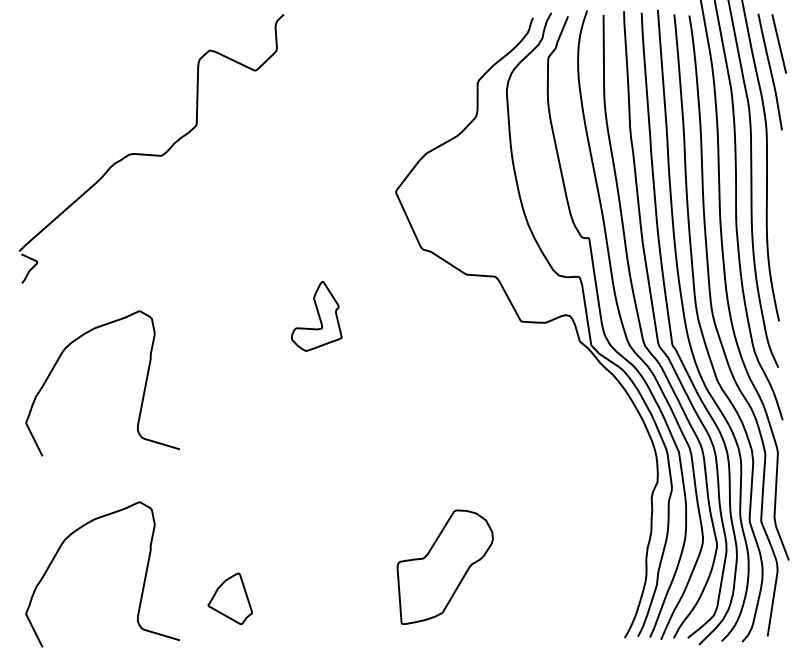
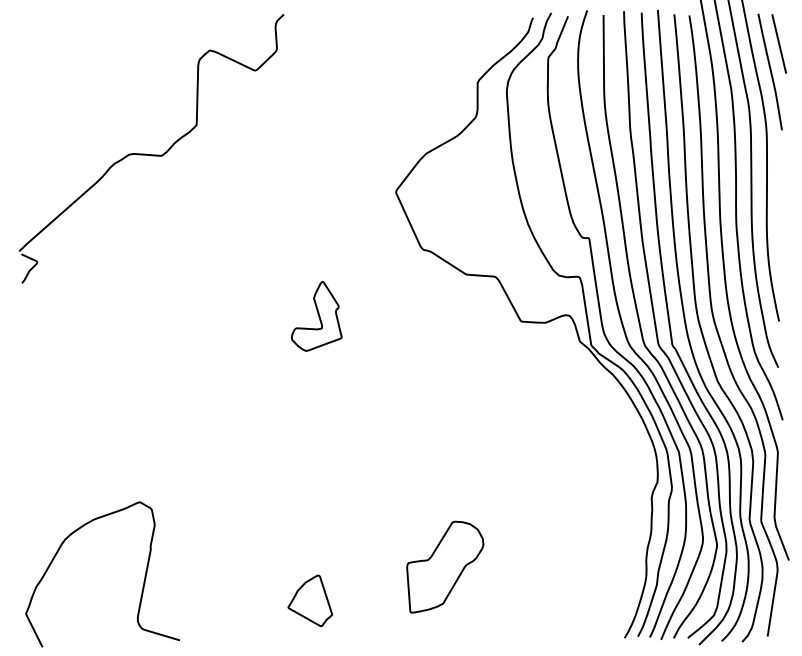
curve at (143, 390): present -> none
part at (444, 566) size: 98x116 px -> 79x94 px
part at (229, 598) position: (229, 598) -> (309, 600)
